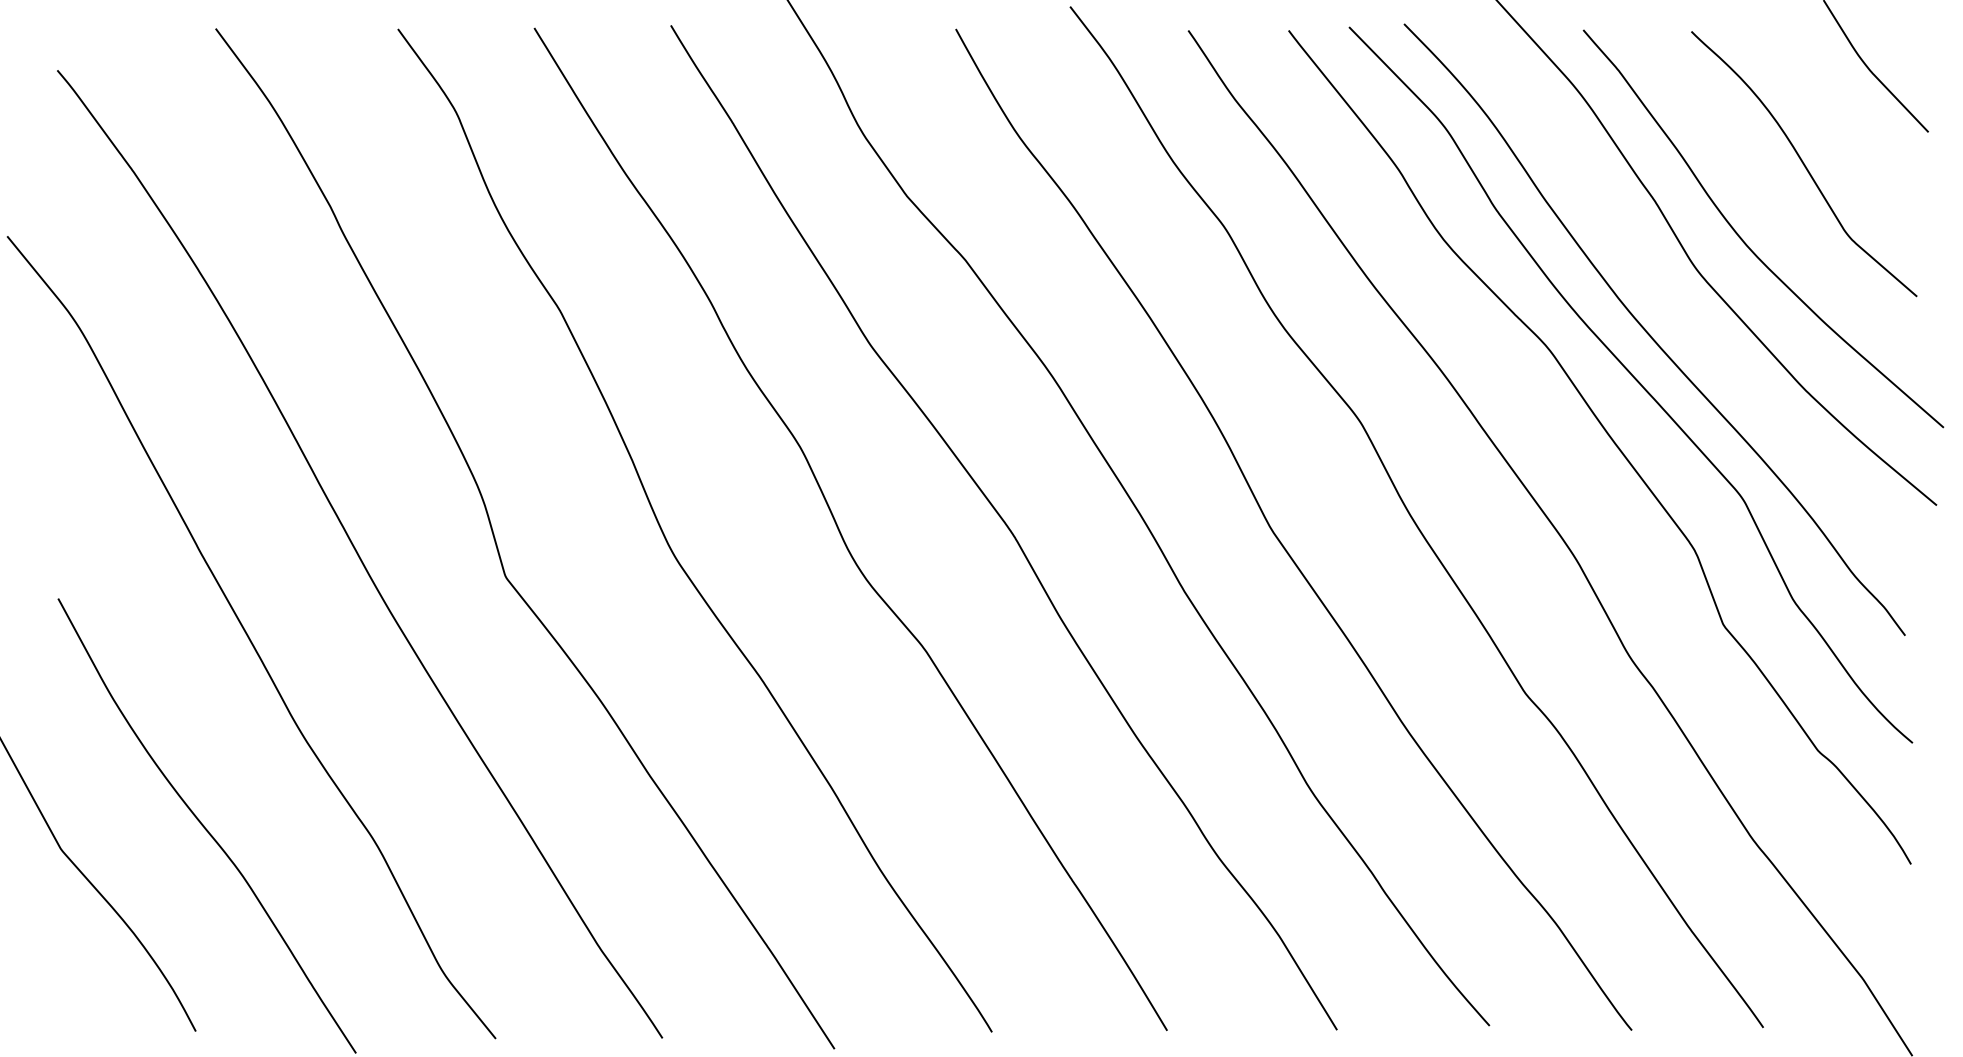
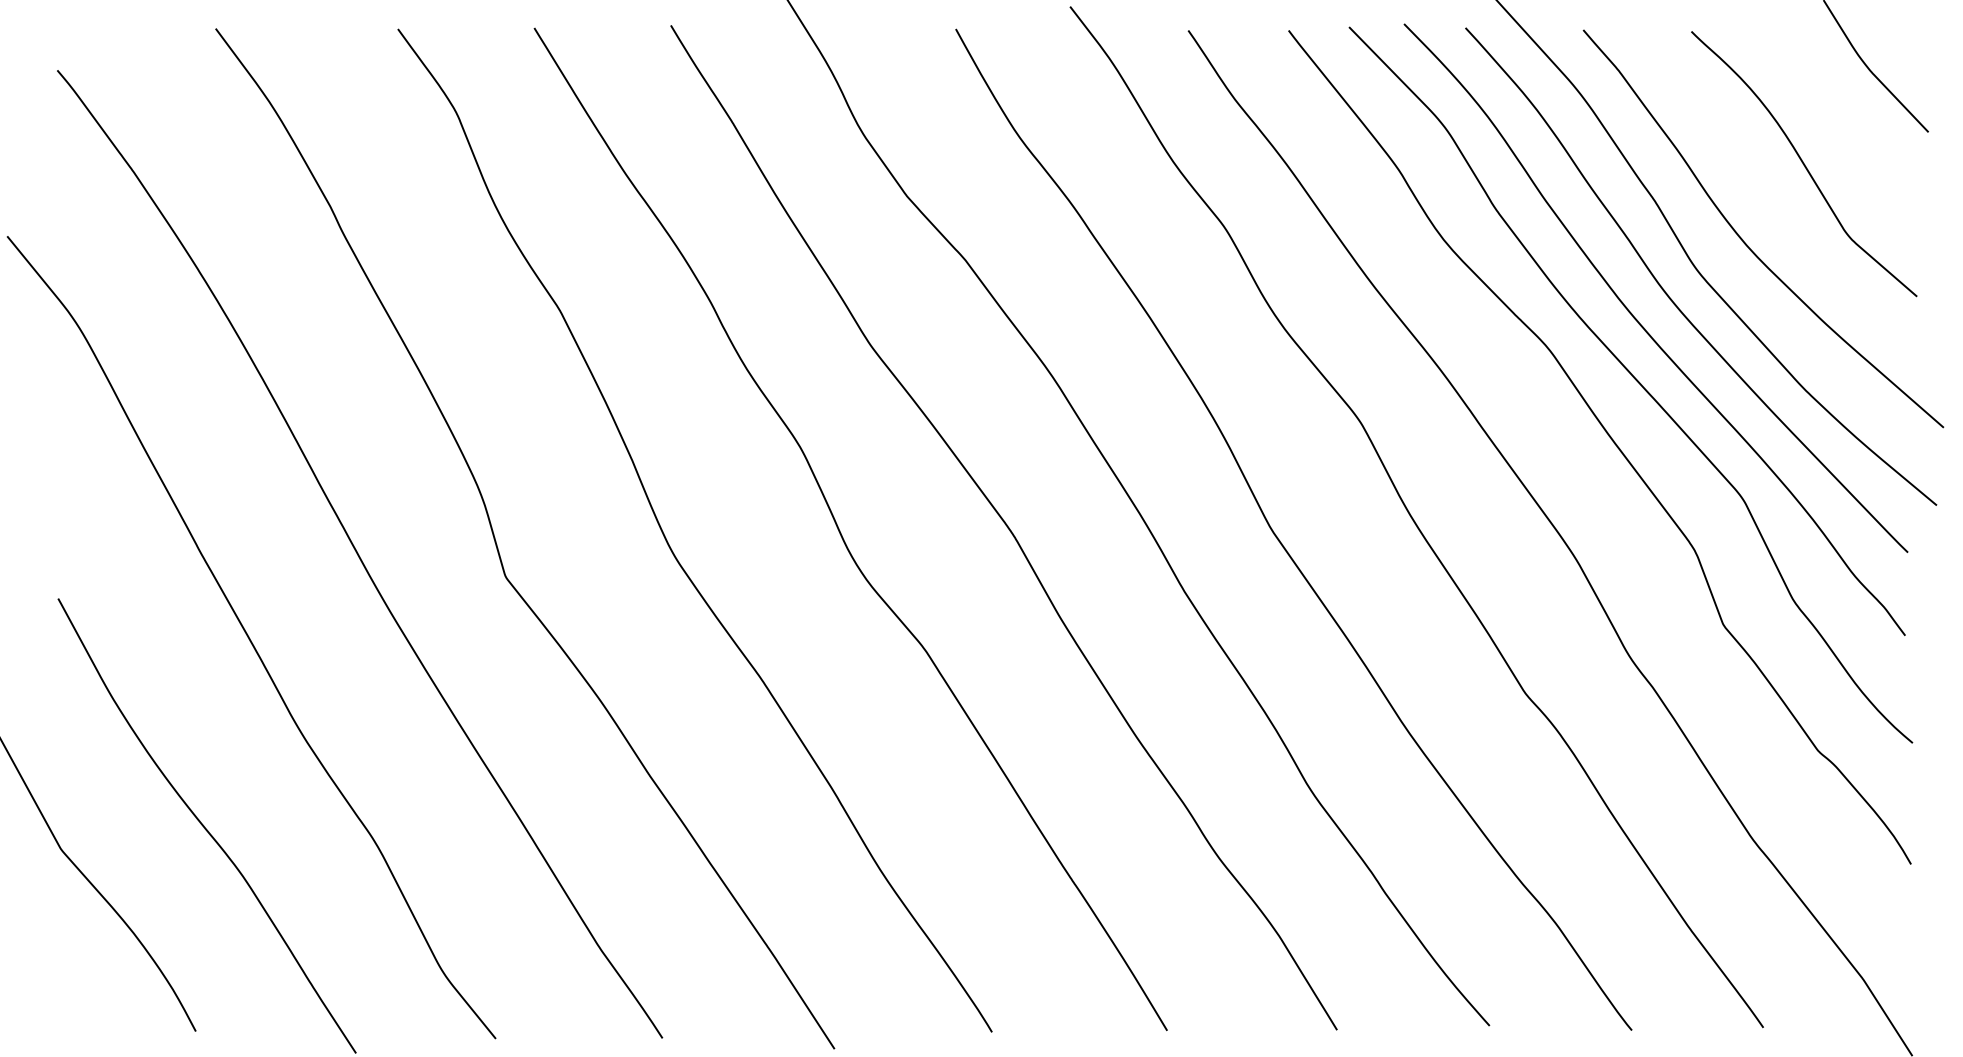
curve at (1672, 299): none -> present
